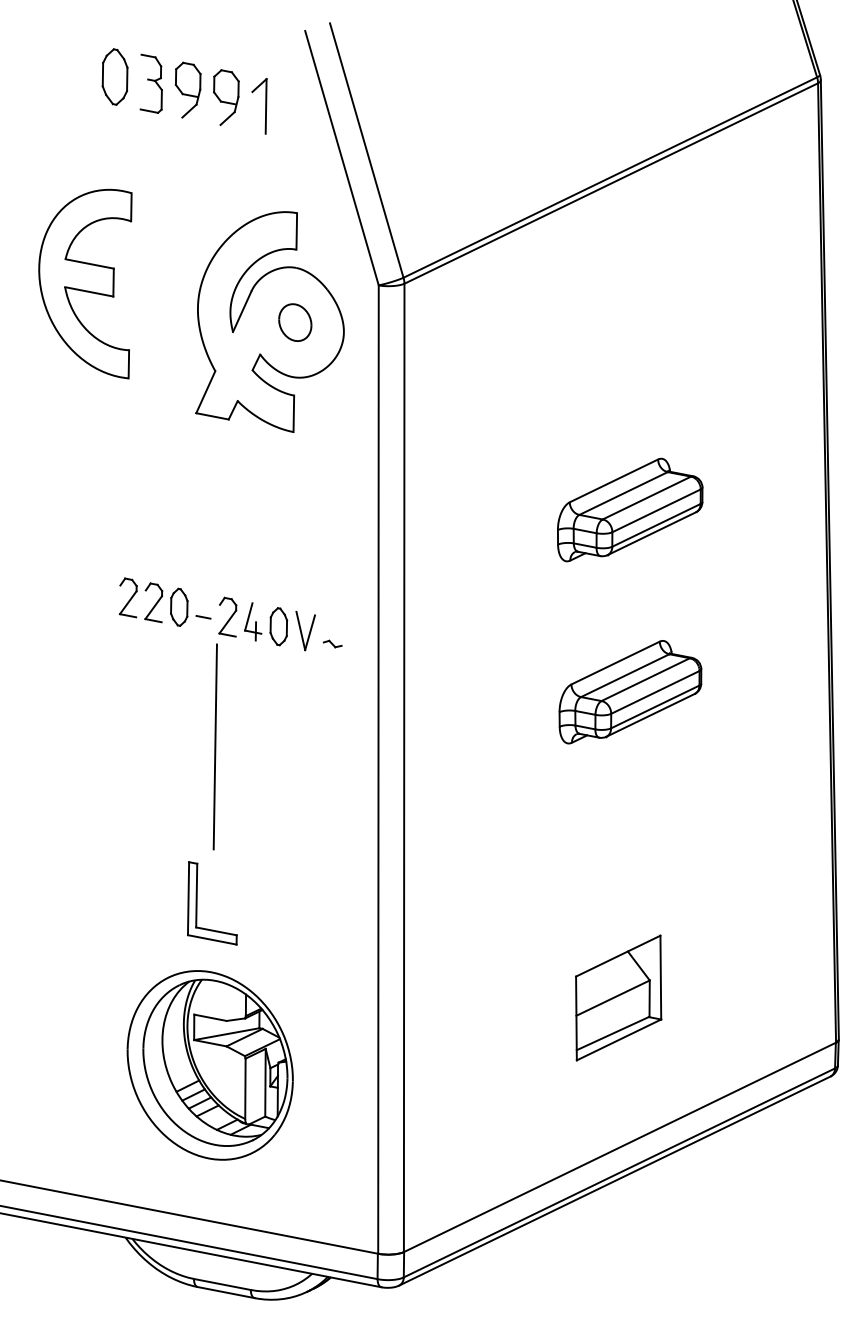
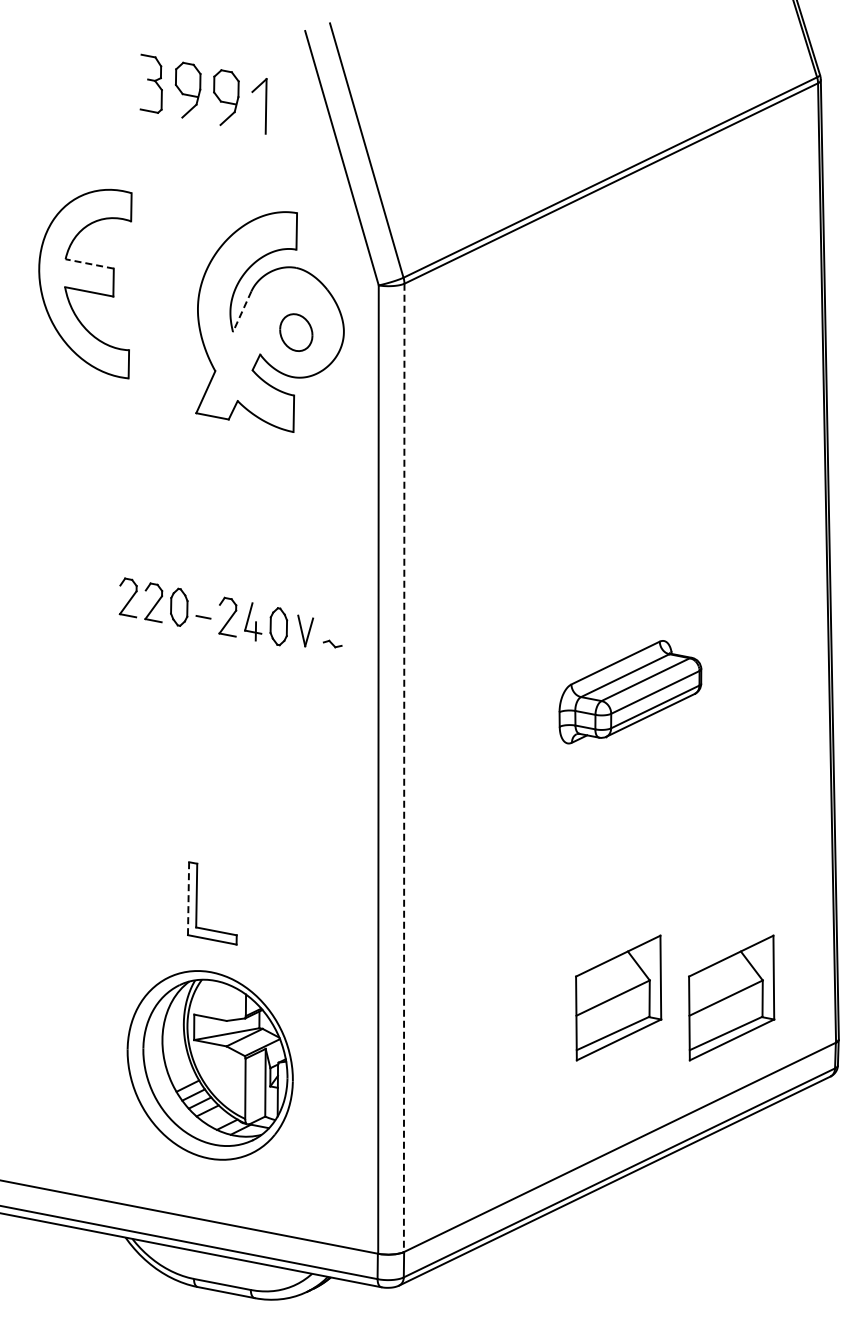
part at (114, 76): present -> none
line at (89, 263): solid -> dashed
line at (241, 312): solid -> dashed
part at (295, 322) position: (295, 322) -> (296, 332)
part at (630, 509): present -> none
part at (305, 630) size: 21x42 px -> 18x34 px
line at (214, 746): present -> none
line at (404, 768): solid -> dashed
line at (188, 898): solid -> dashed
part at (731, 997): none -> present
